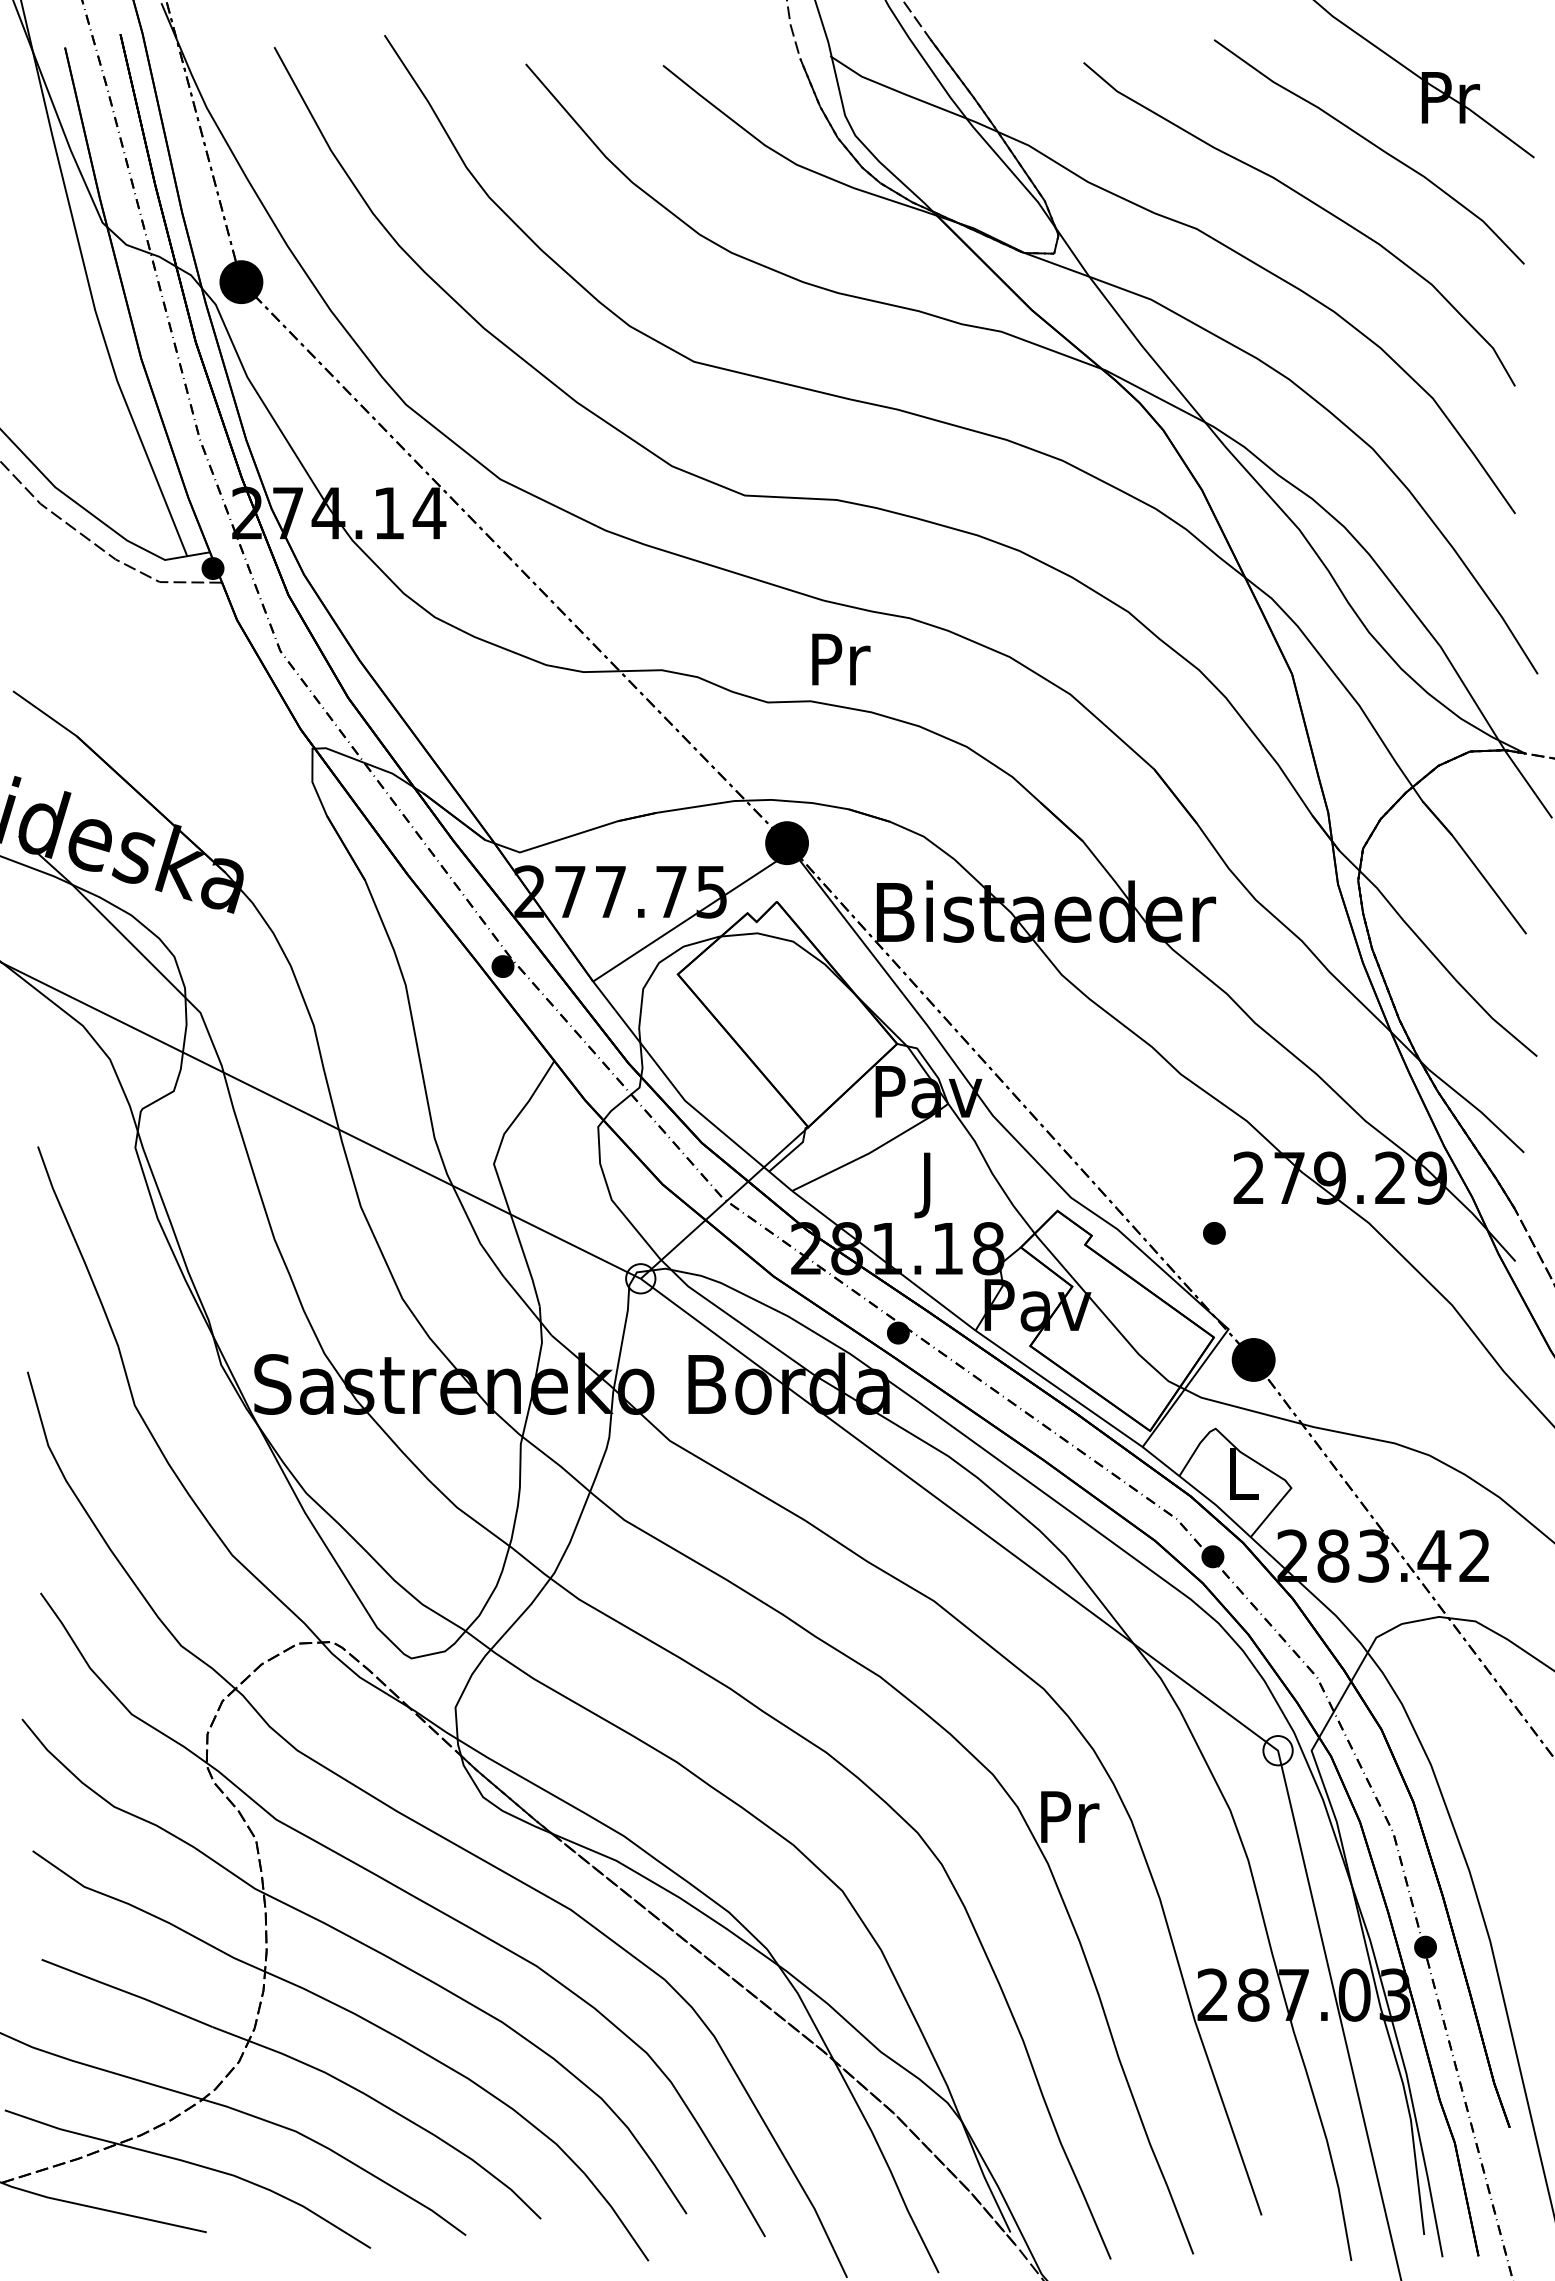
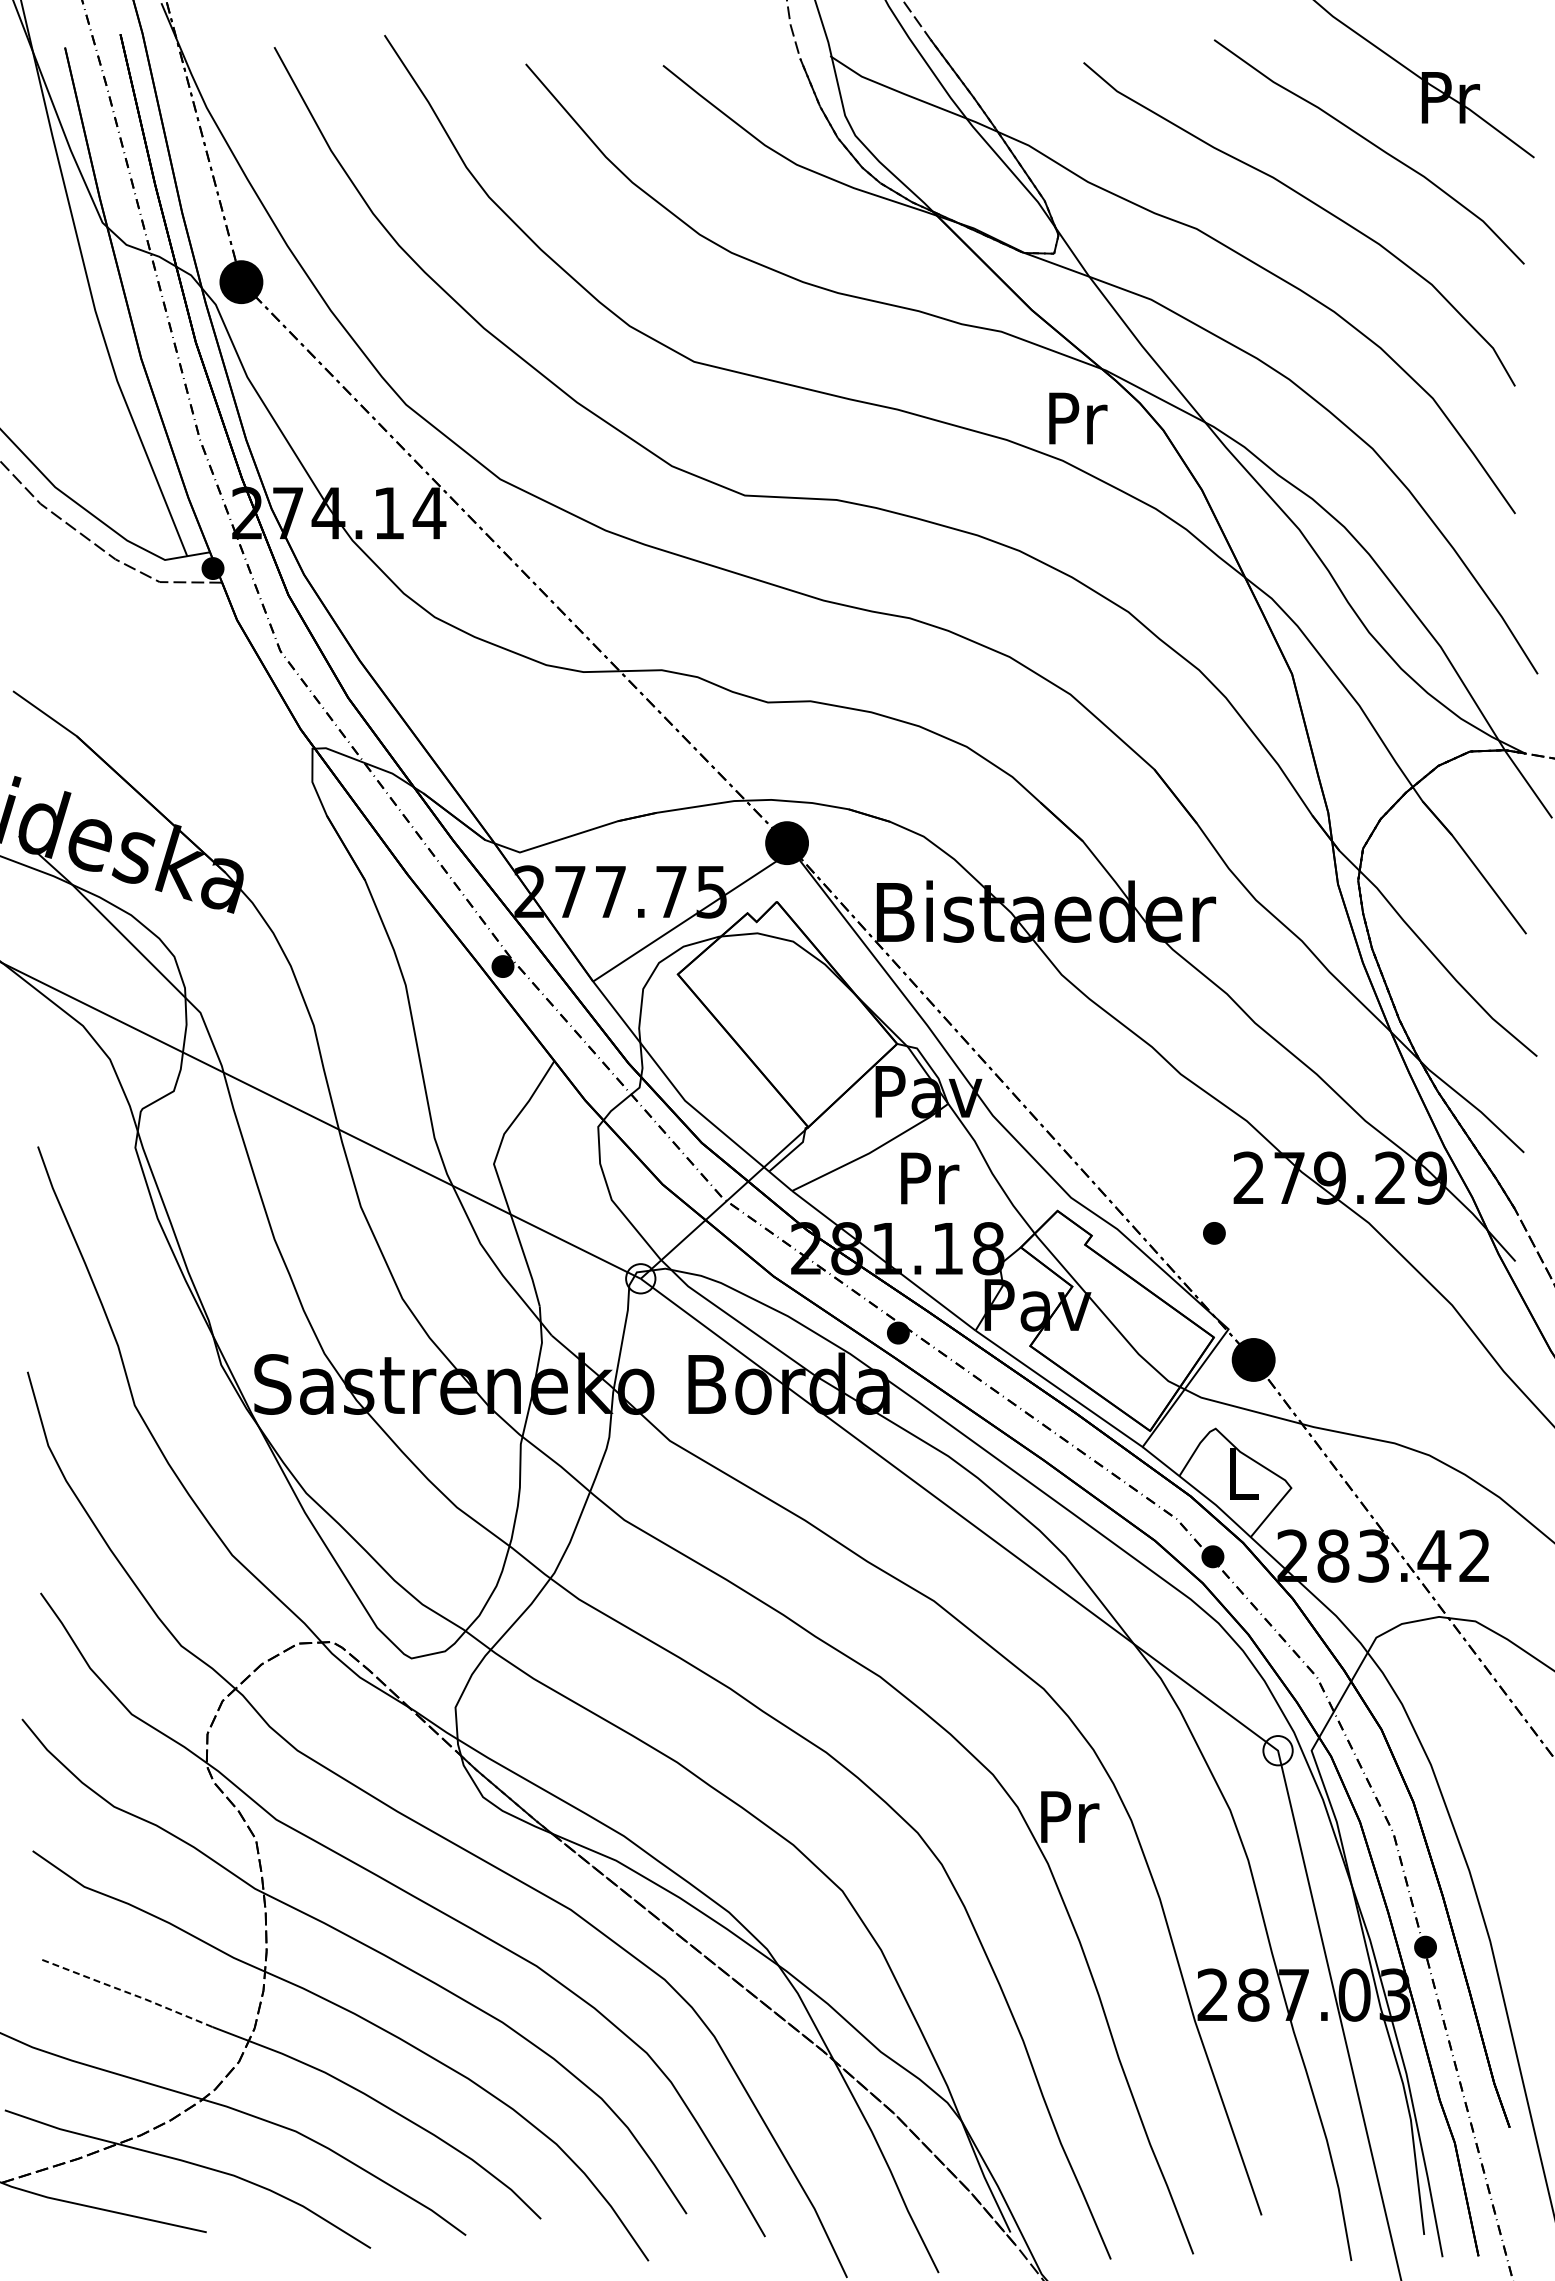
text at (841, 659) position: (841, 659) -> (1078, 418)
text at (930, 1185): J -> Pr
line at (127, 1992): solid -> dashed
